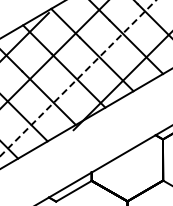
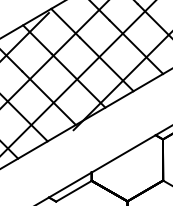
line at (78, 77): dashed -> solid
